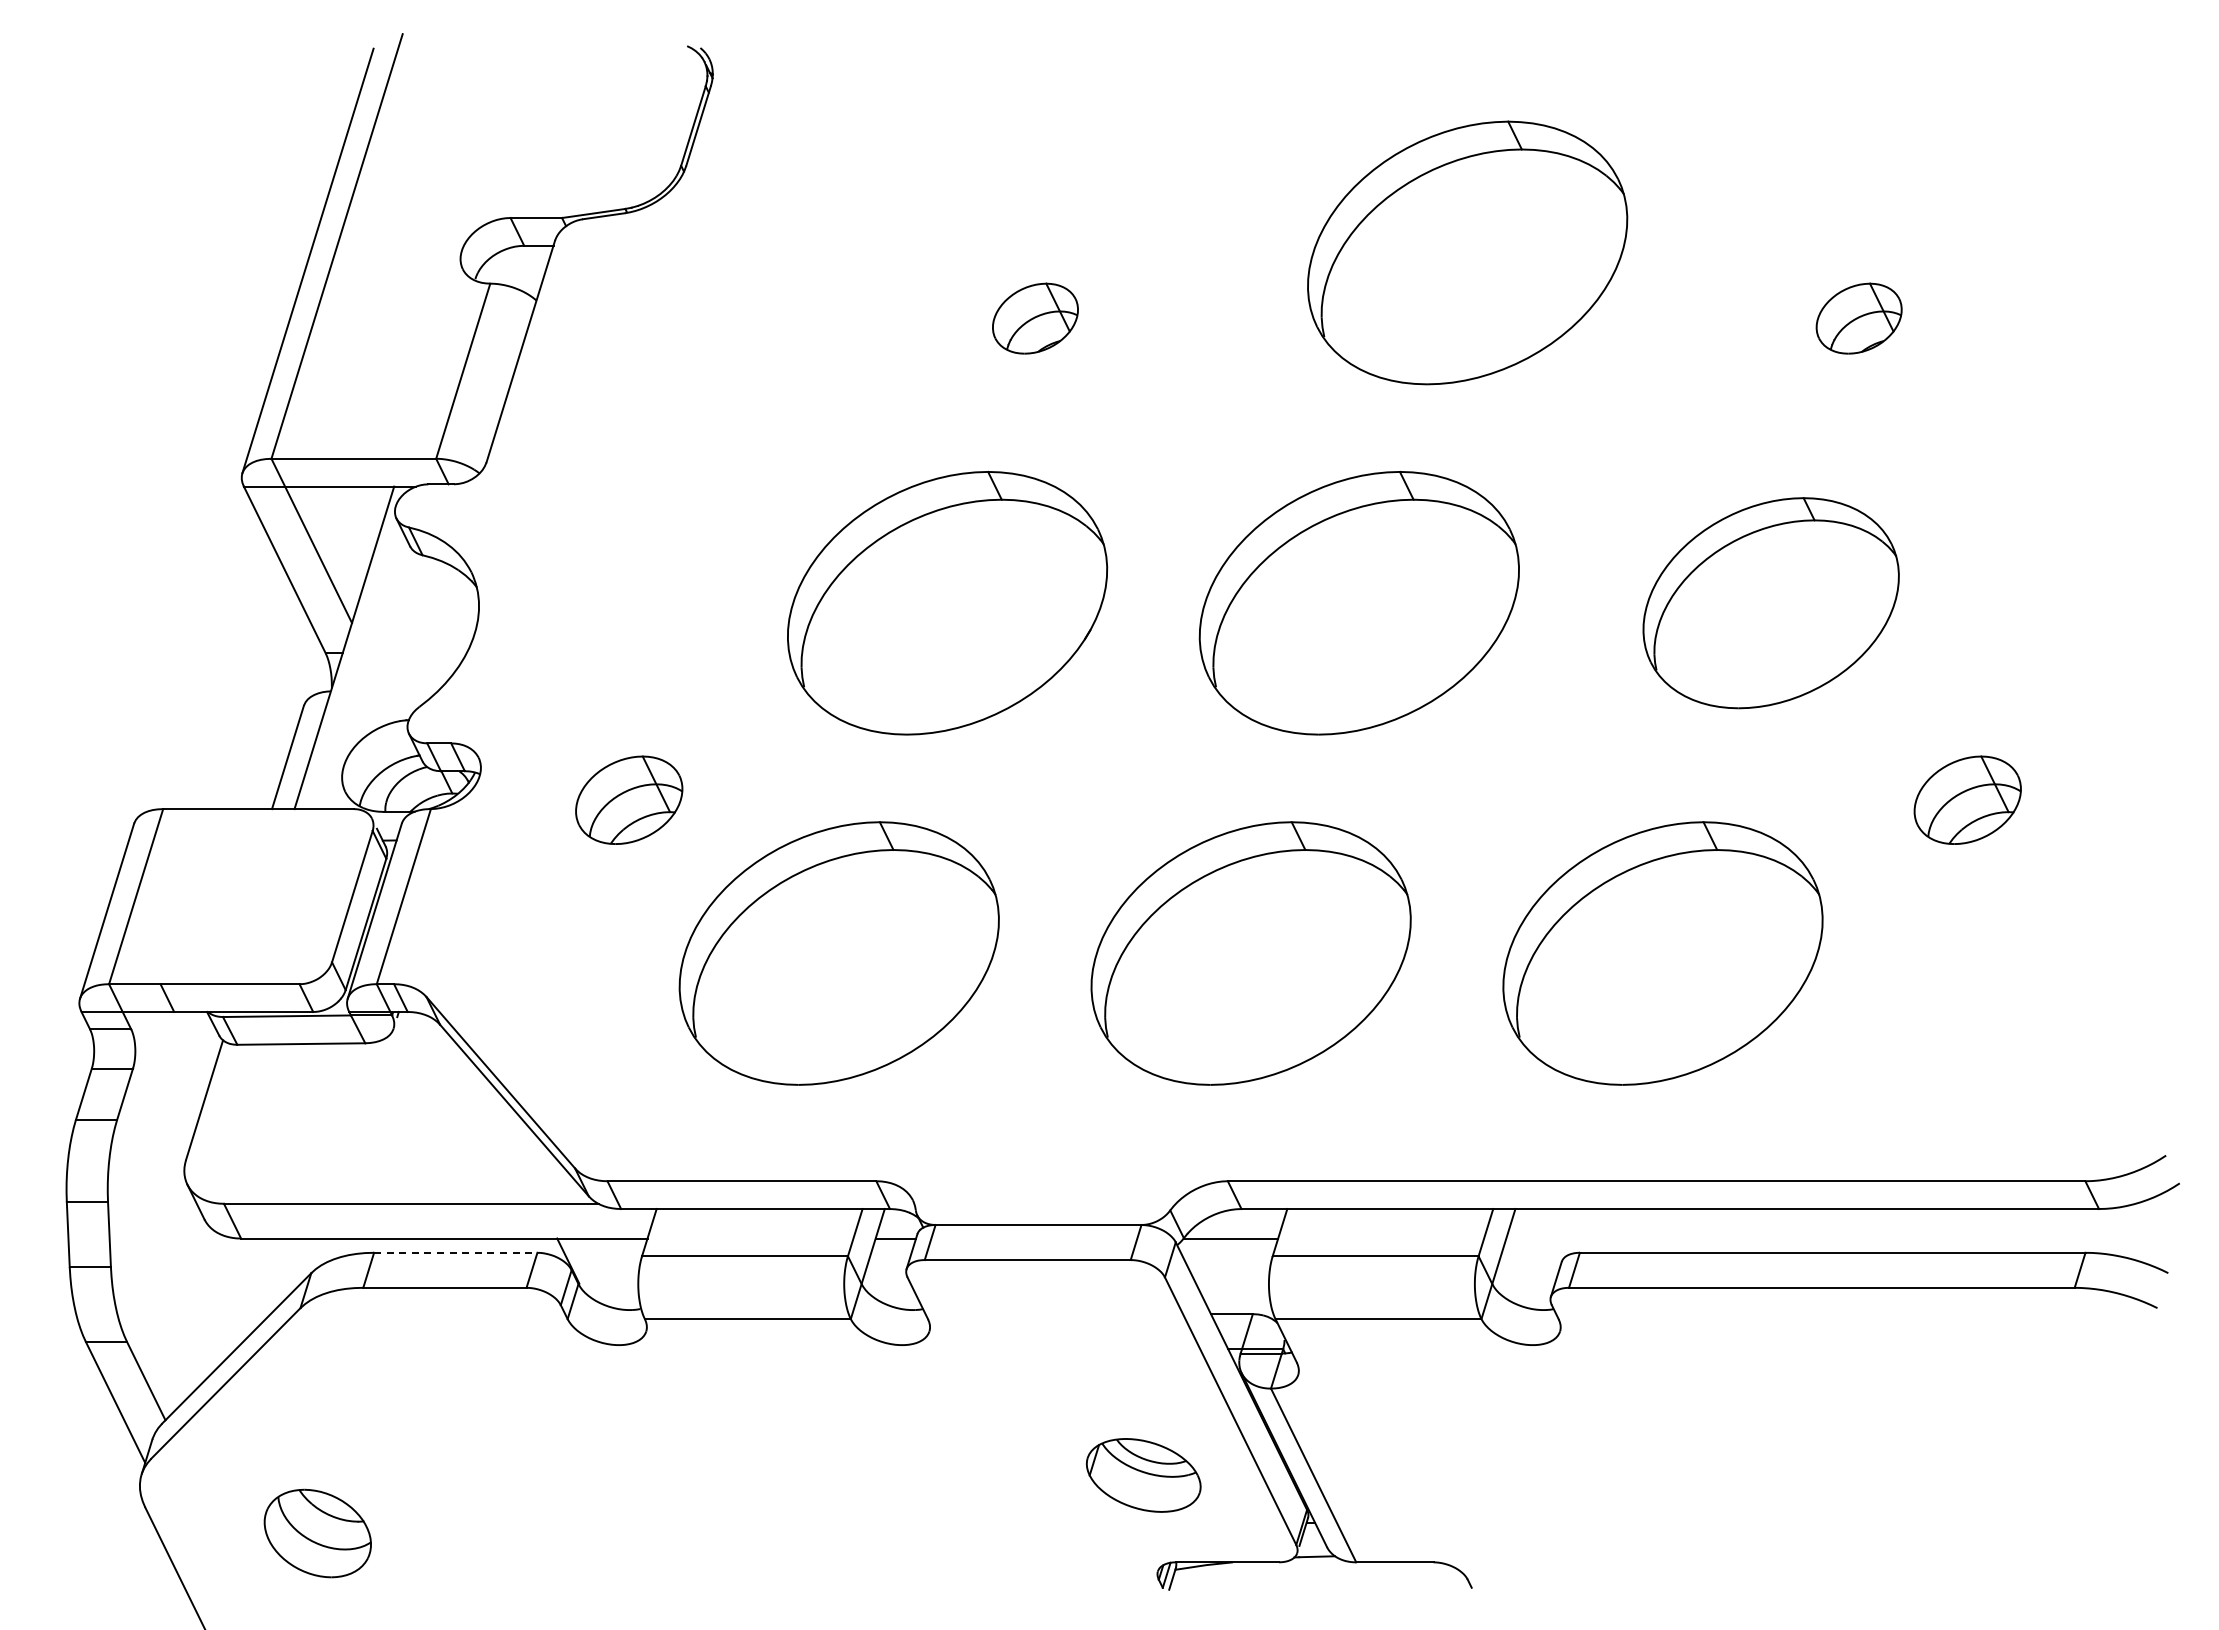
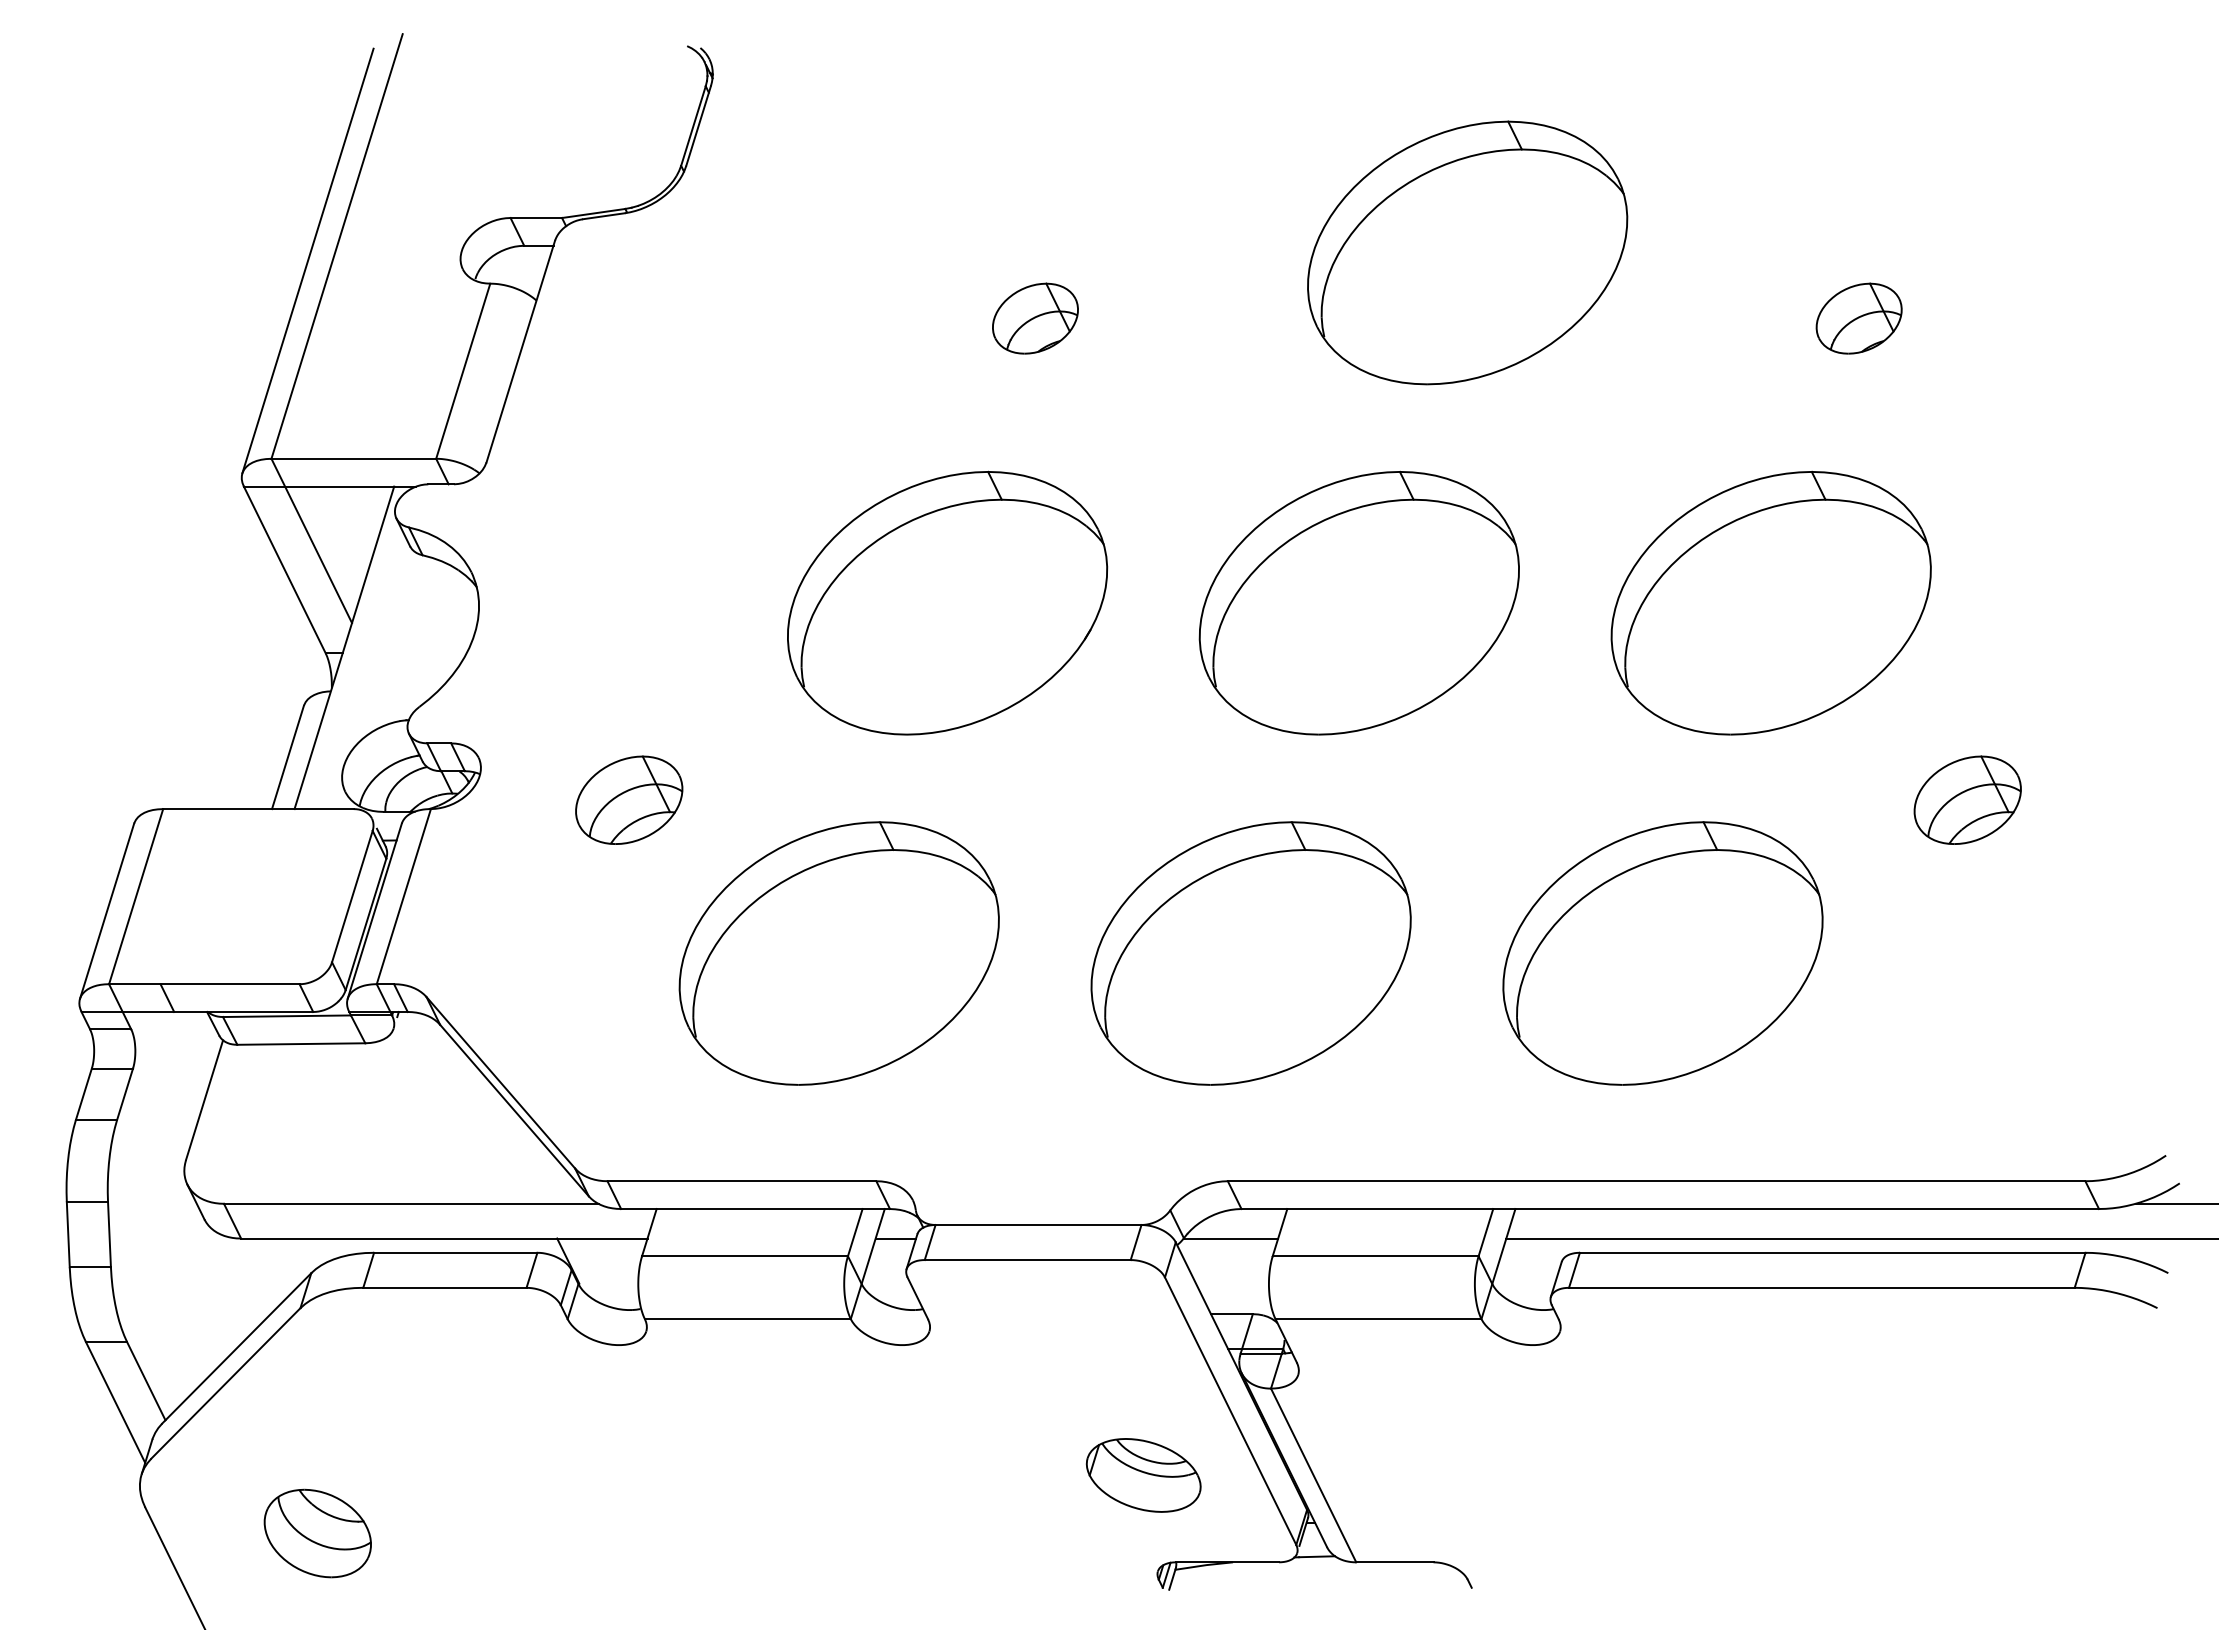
part at (1770, 603) size: 258x213 px -> 322x266 px
line at (2175, 1203): none -> present
line at (1860, 1238): none -> present
line at (455, 1252): dashed -> solid
